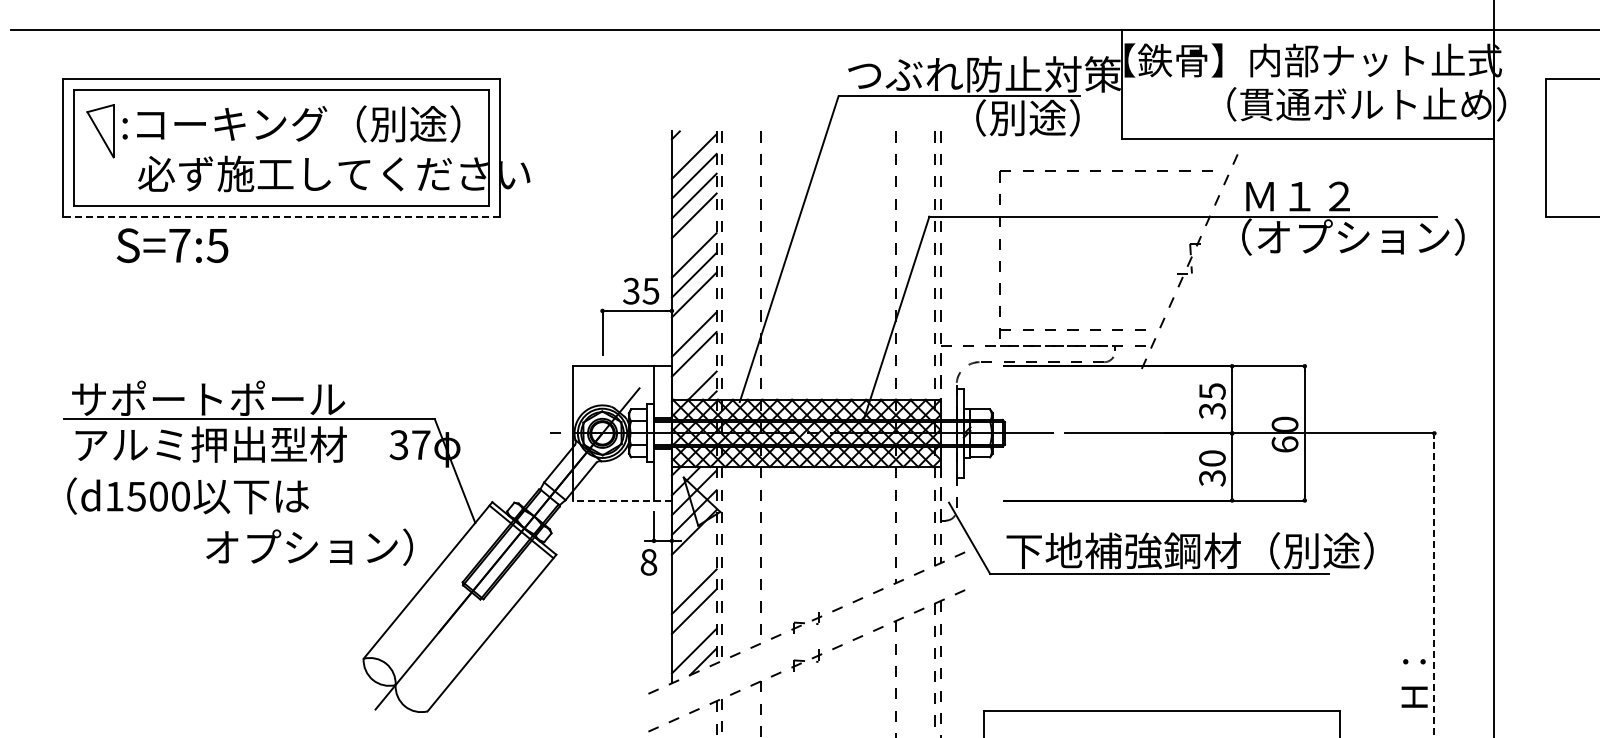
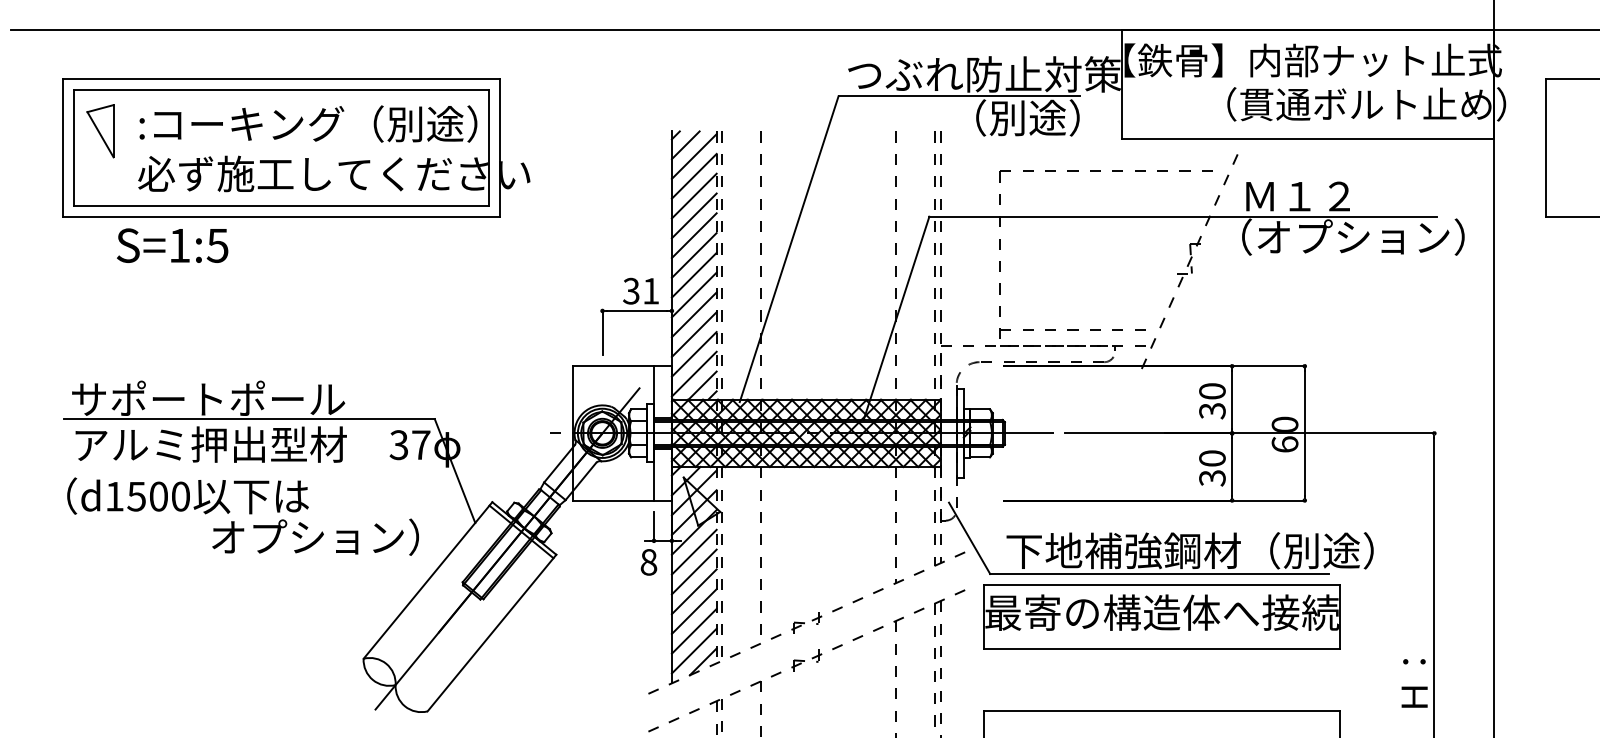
text at (291, 123) position: (291, 123) -> (308, 123)
line at (685, 145): none -> present
line at (280, 216): dashed -> solid
line at (693, 235): none -> present
text at (179, 245): S=7:5 -> S=1:5
text at (650, 291): 35 -> 31
line at (693, 314): none -> present
line at (693, 373): none -> present
text at (1212, 391): 35 -> 30
line at (622, 500): dashed -> solid
text at (309, 546) position: (309, 546) -> (315, 536)
line at (693, 551): none -> present
line at (693, 571): none -> present
line at (1434, 587): dashed -> solid
part at (1161, 616): none -> present
line at (693, 630): none -> present
